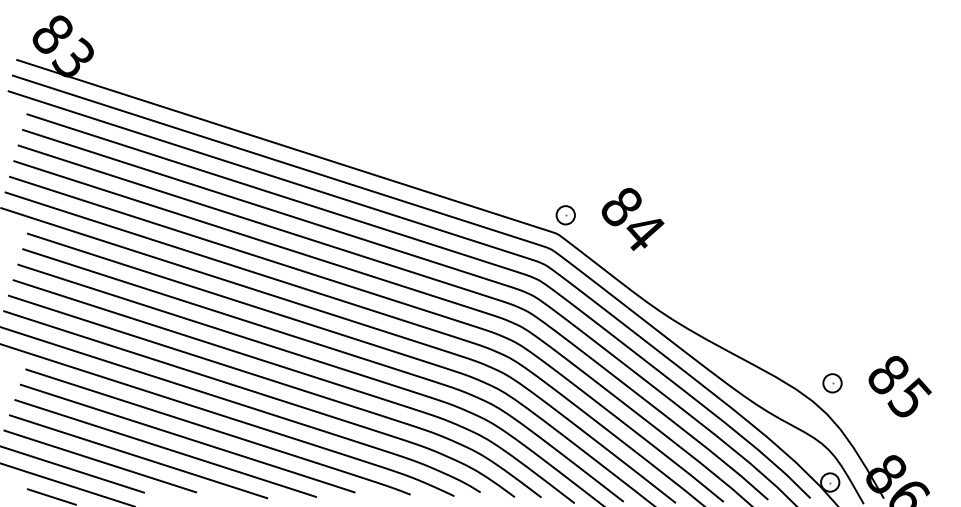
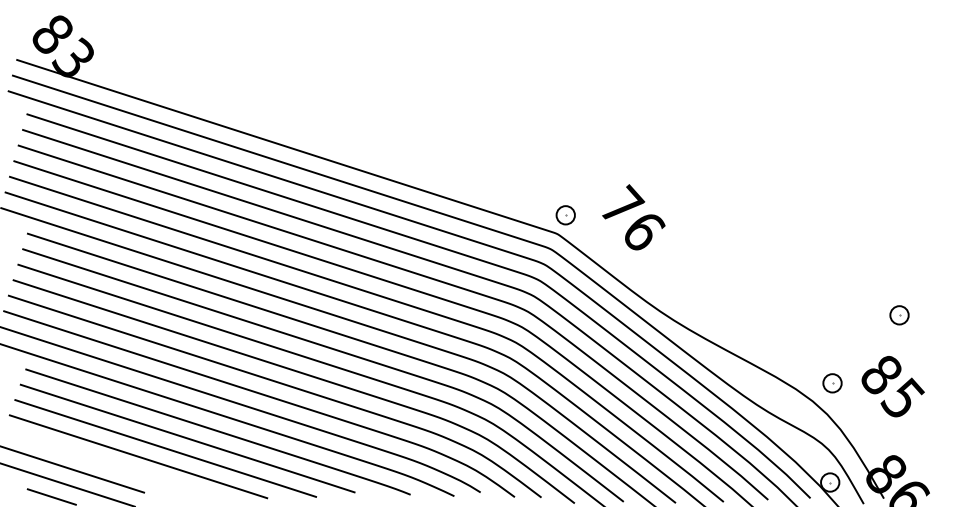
text at (633, 217): 84 -> 76
part at (899, 315): none -> present
text at (899, 386) position: (899, 386) -> (892, 386)
line at (99, 461): present -> none
